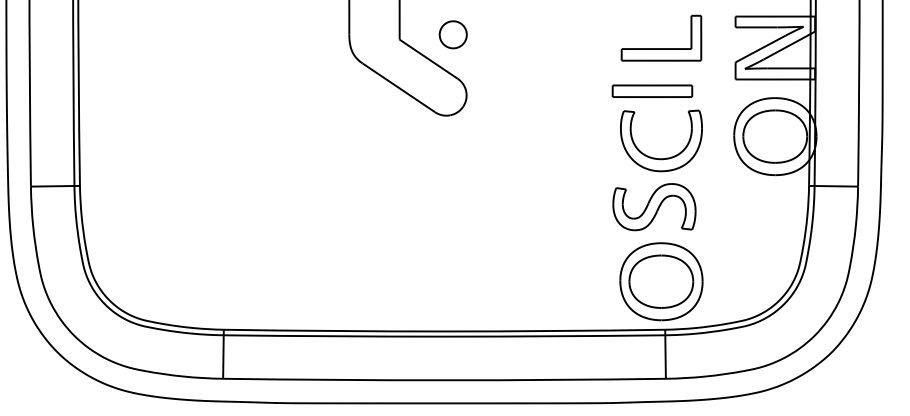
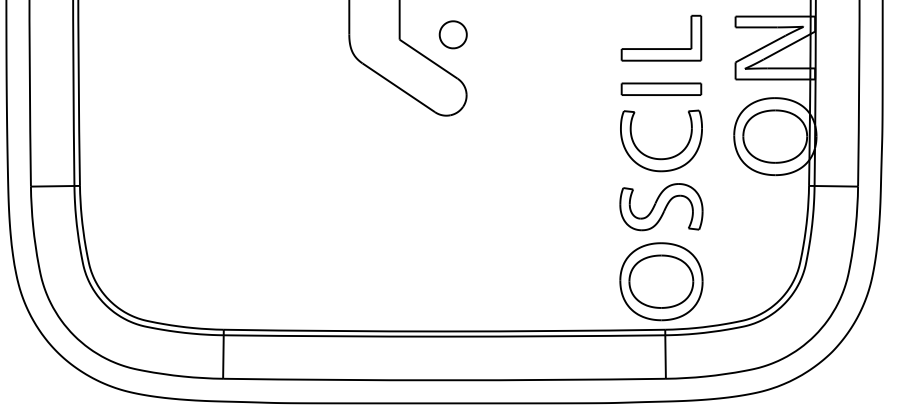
part at (652, 90) position: (652, 90) -> (661, 88)
part at (654, 207) position: (654, 207) -> (661, 207)
